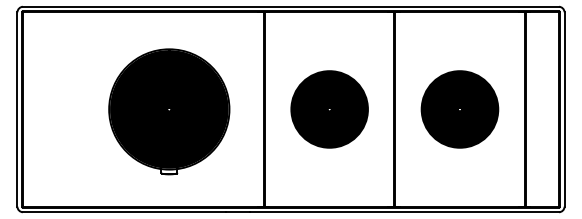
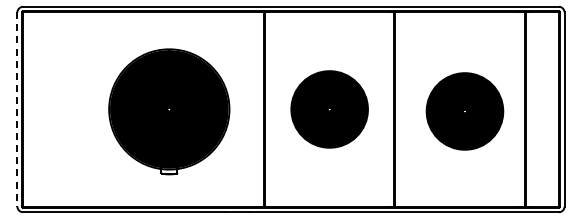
line at (17, 109): solid -> dashed
part at (459, 109) position: (459, 109) -> (464, 111)
